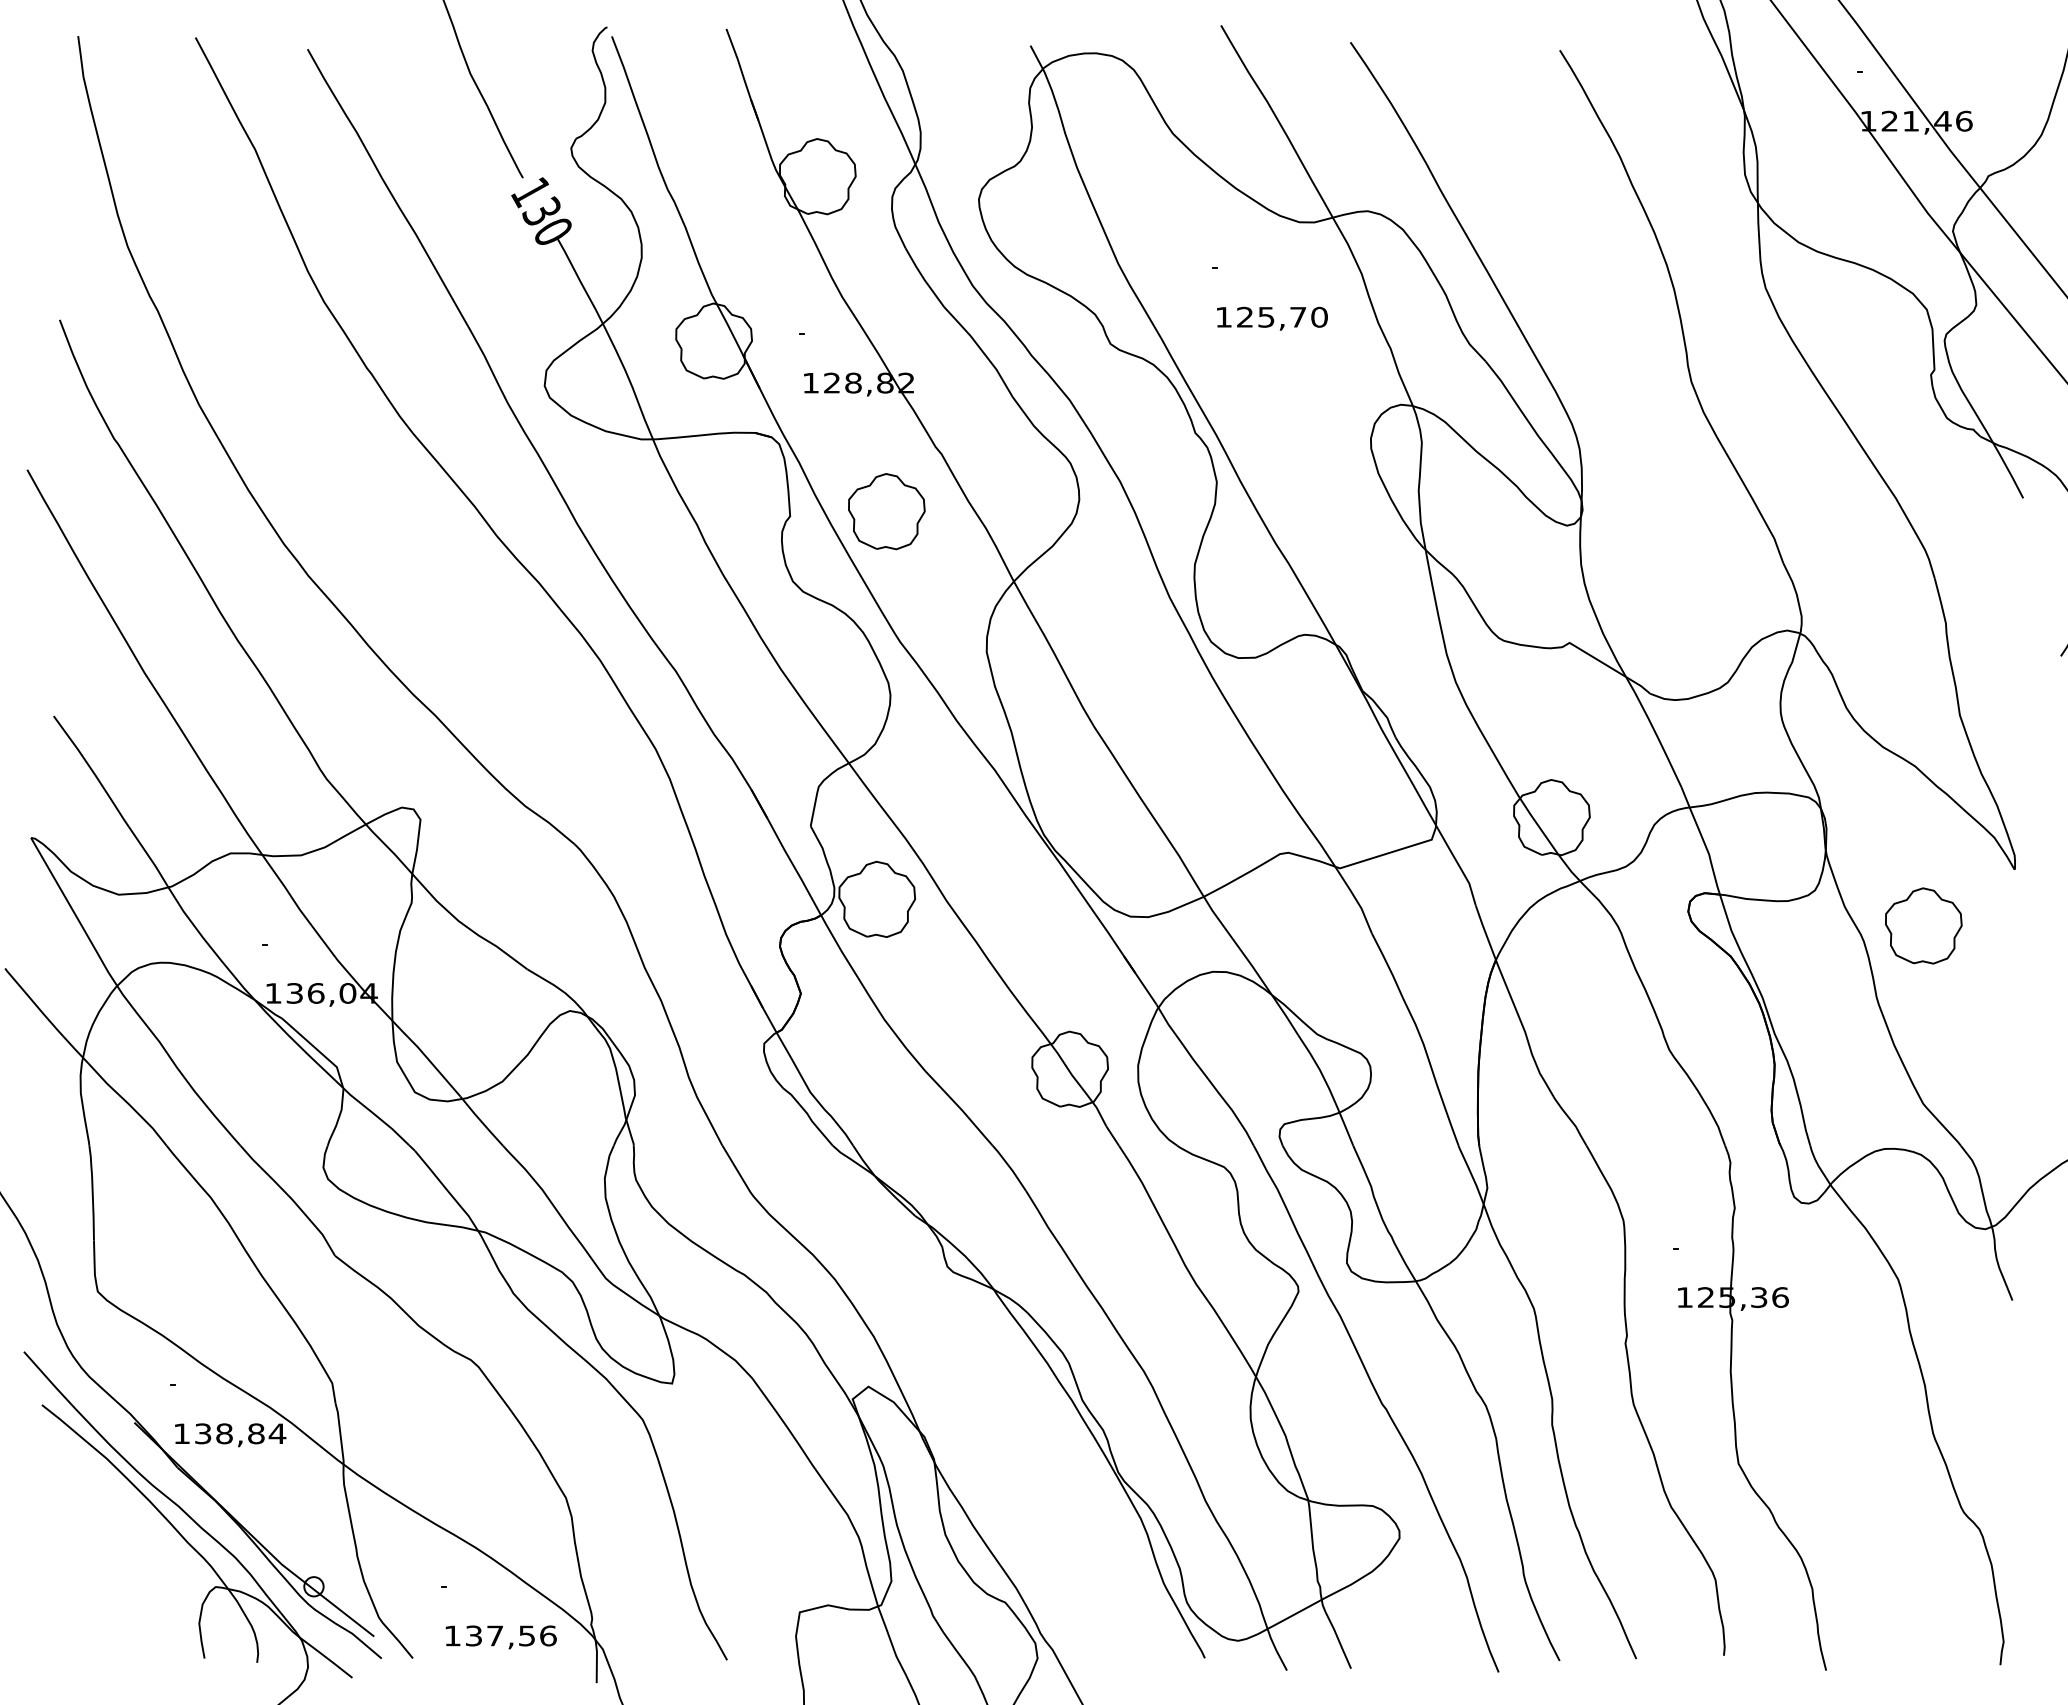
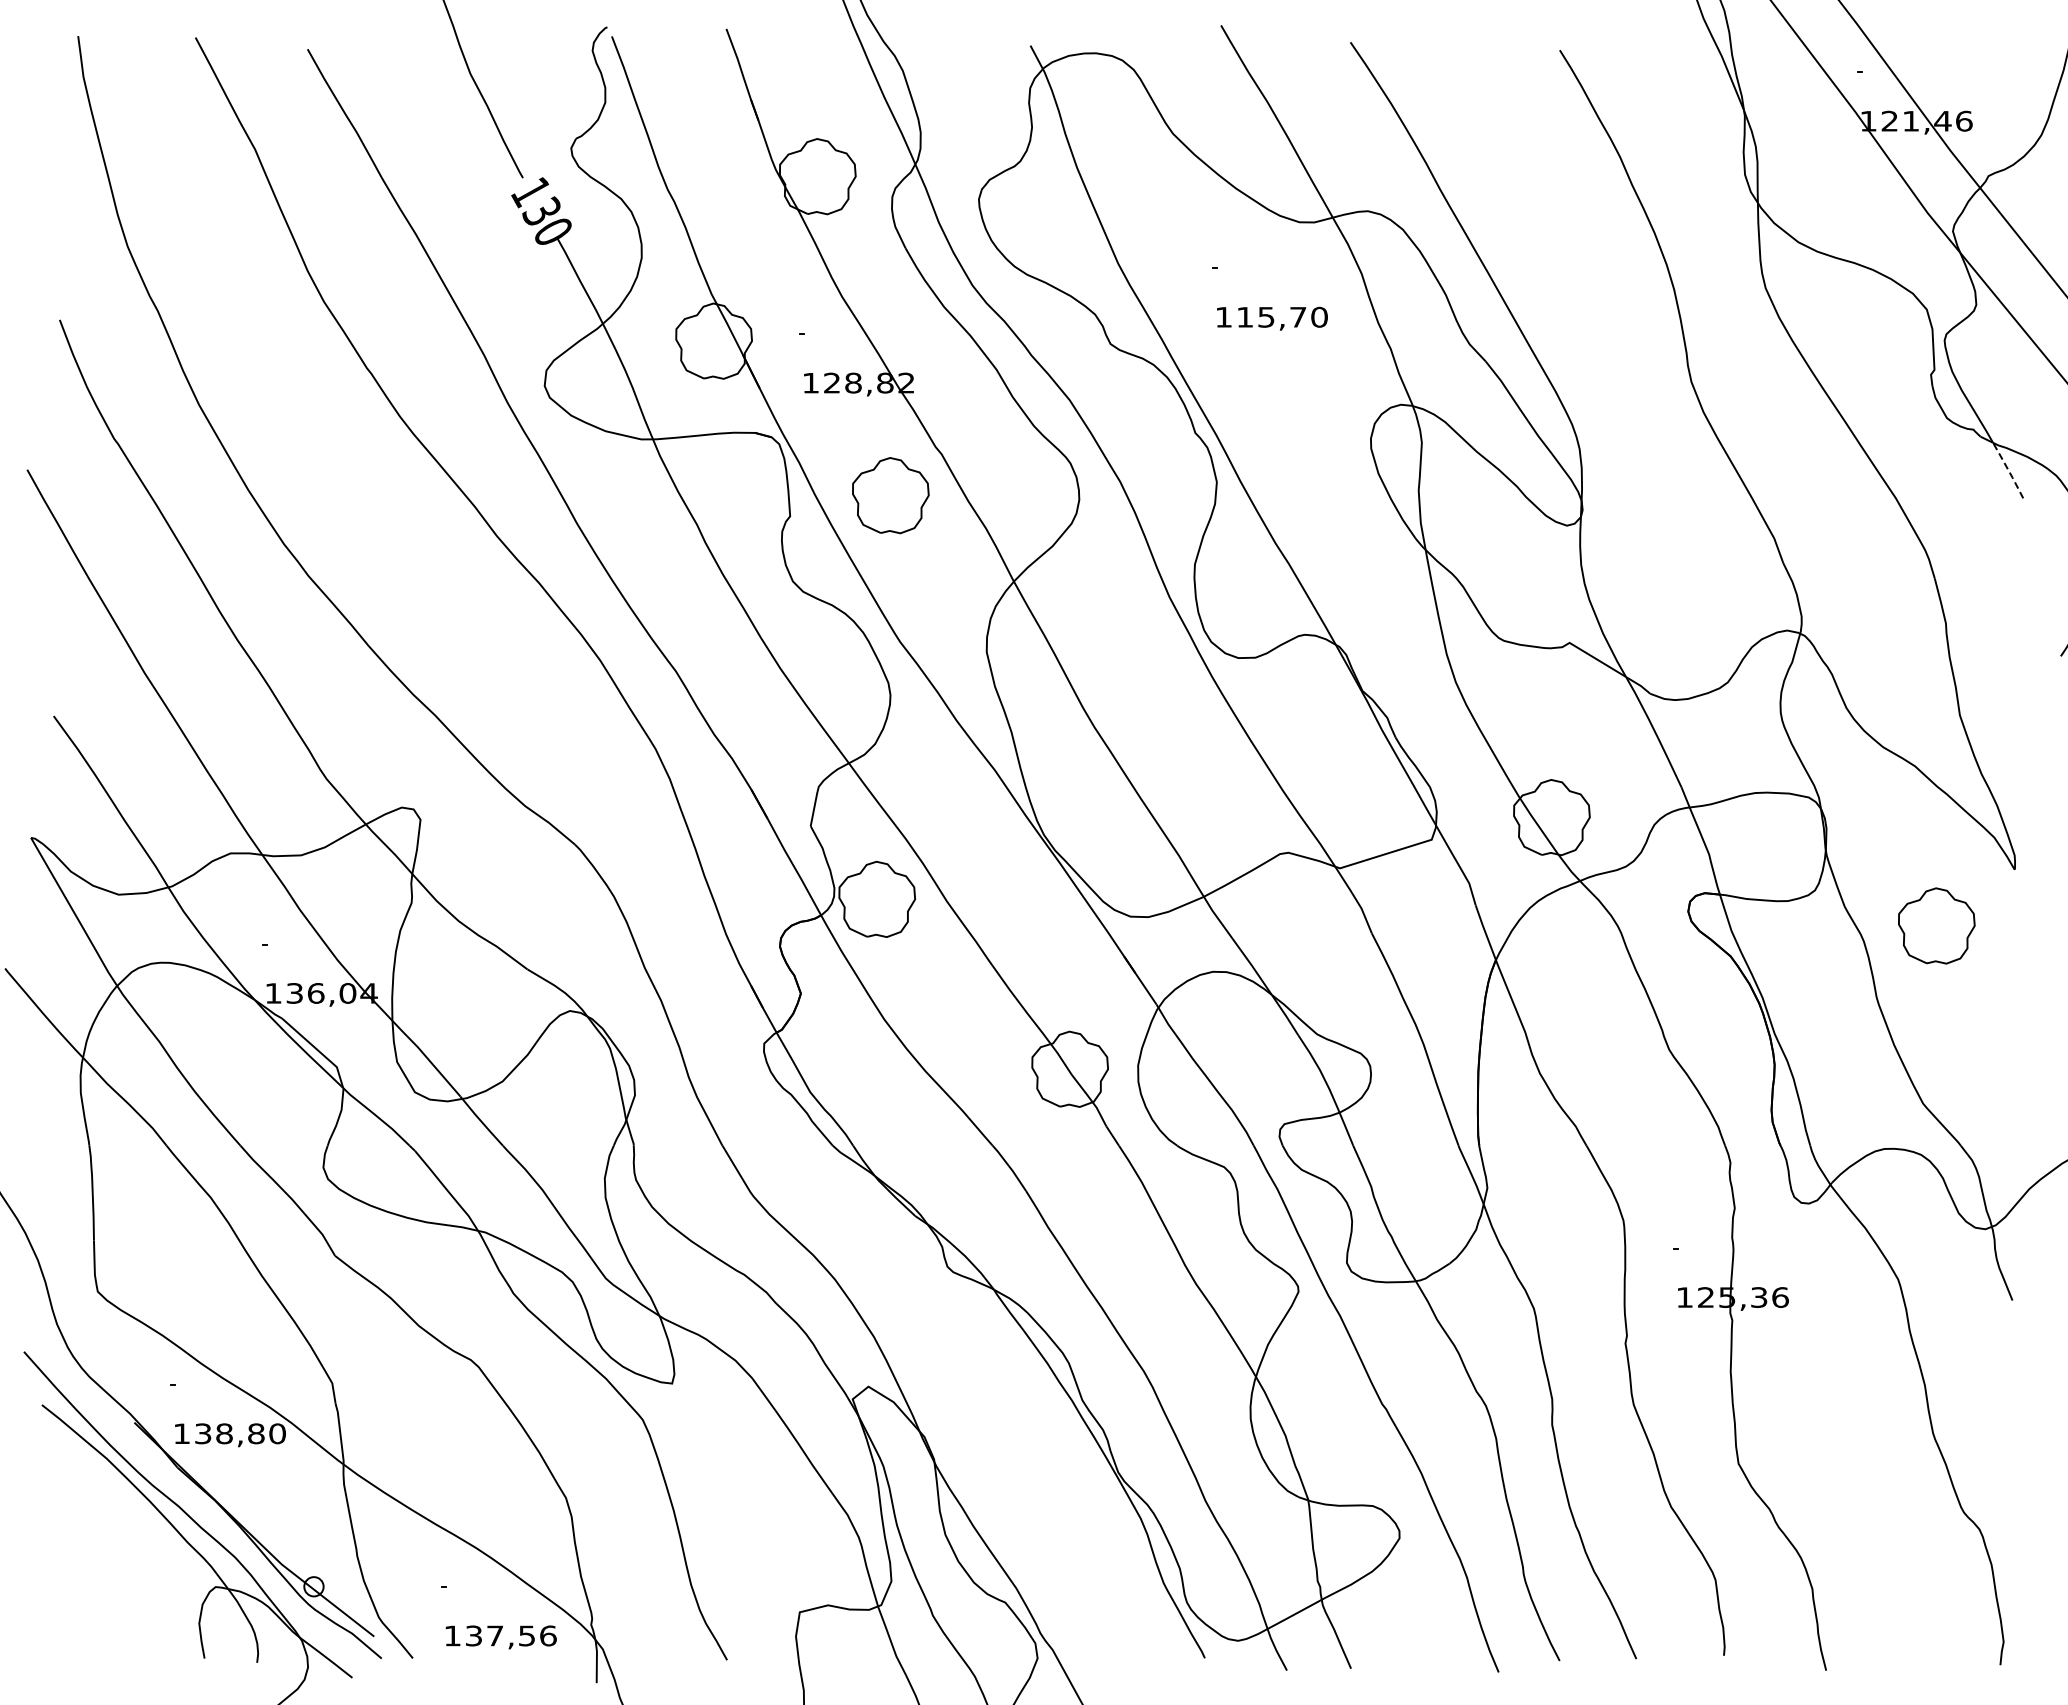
text at (1244, 316): 125,70 -> 115,70
line at (2008, 469): solid -> dashed
part at (886, 511) position: (886, 511) -> (890, 495)
part at (1923, 925) position: (1923, 925) -> (1936, 925)
text at (277, 1433): 138,84 -> 138,80
